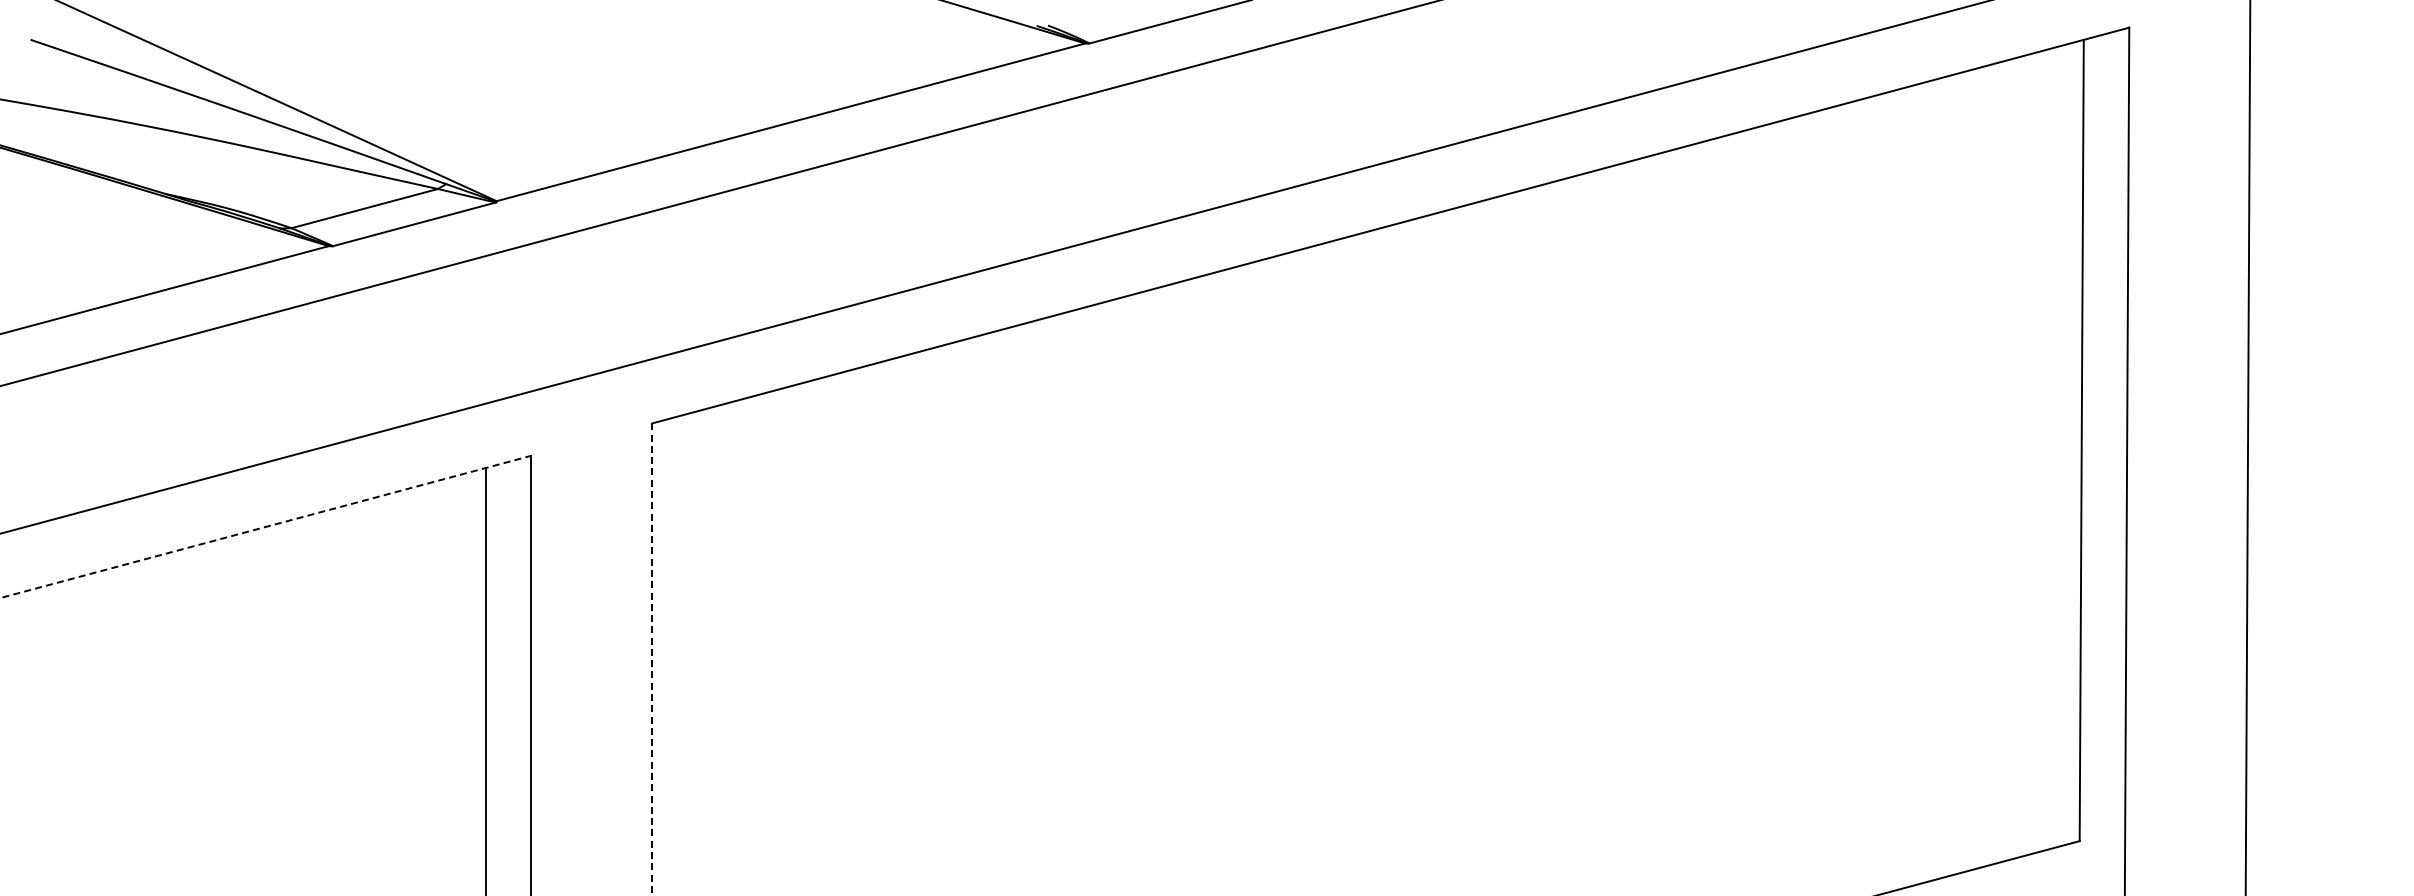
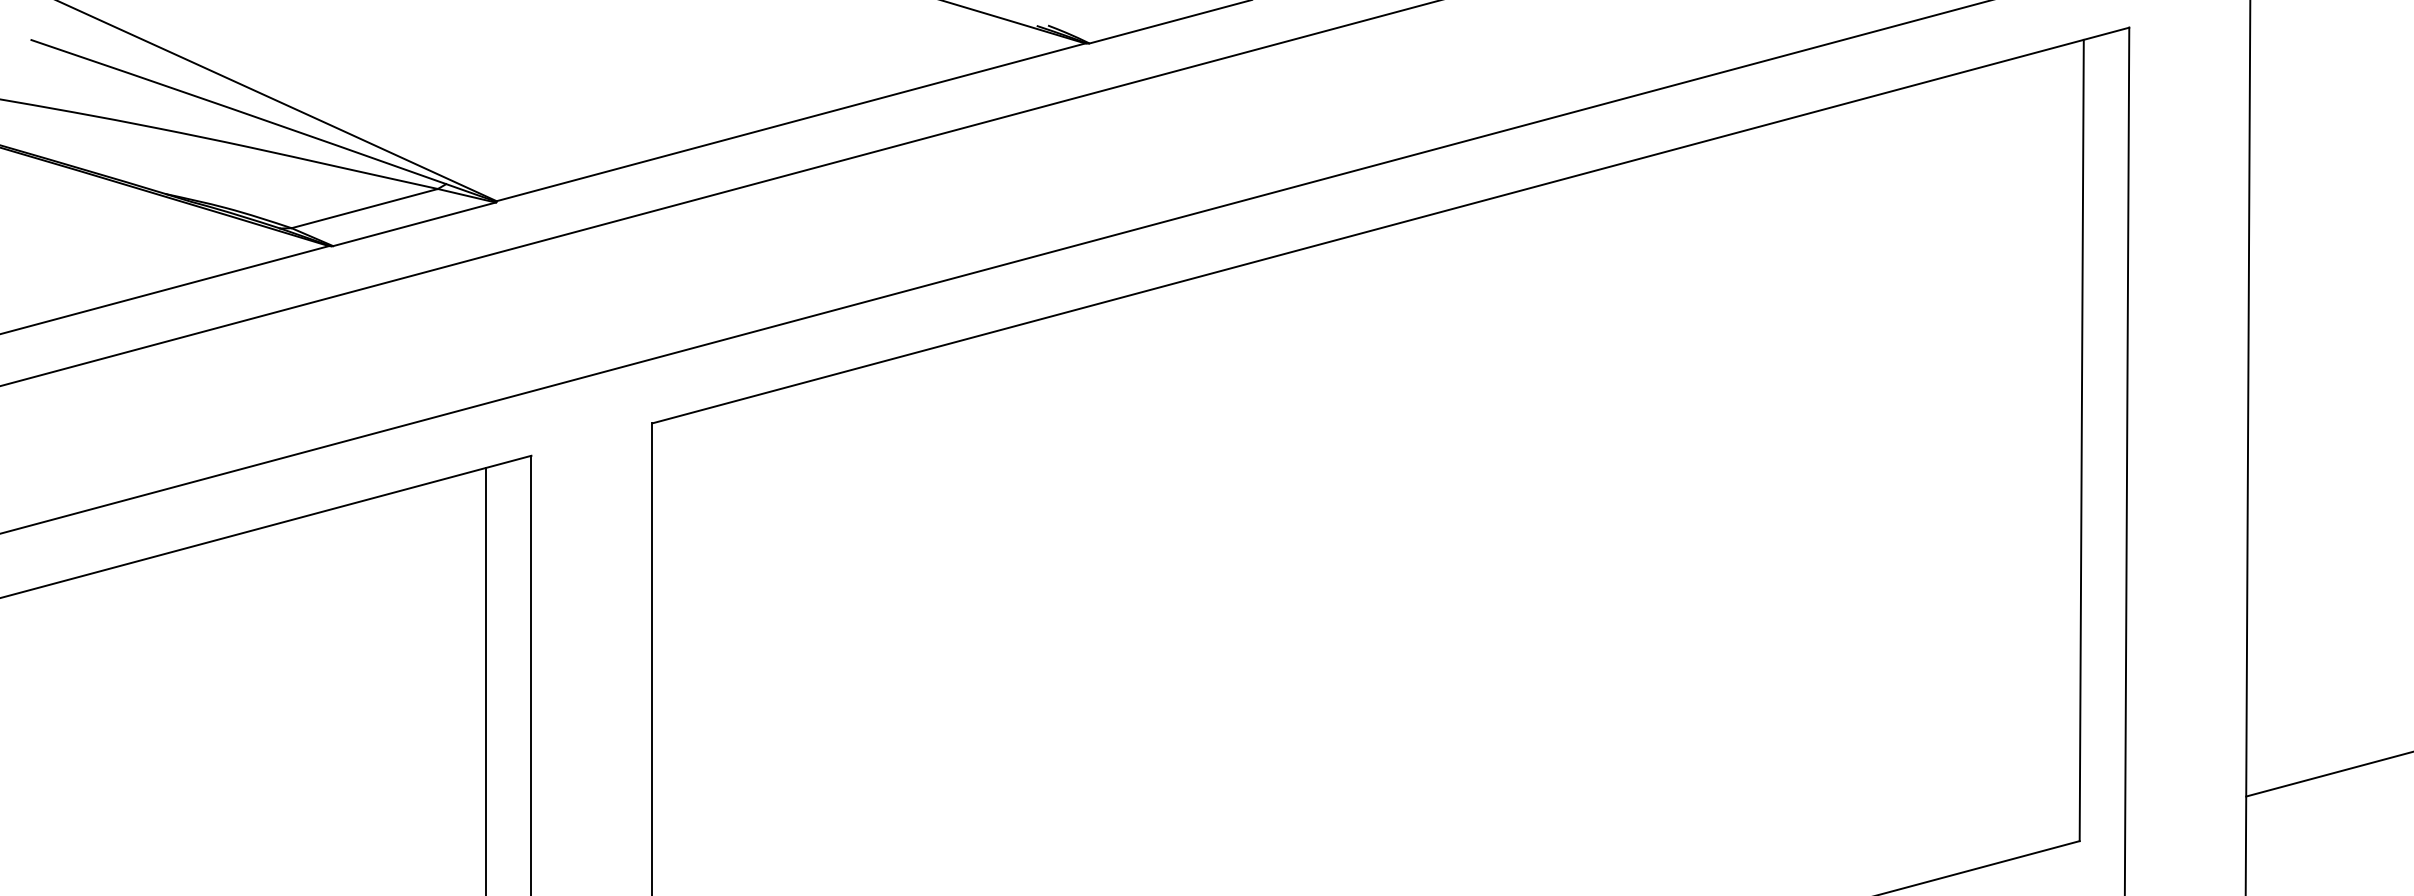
line at (265, 526): dashed -> solid
line at (652, 659): dashed -> solid
line at (2328, 774): none -> present
